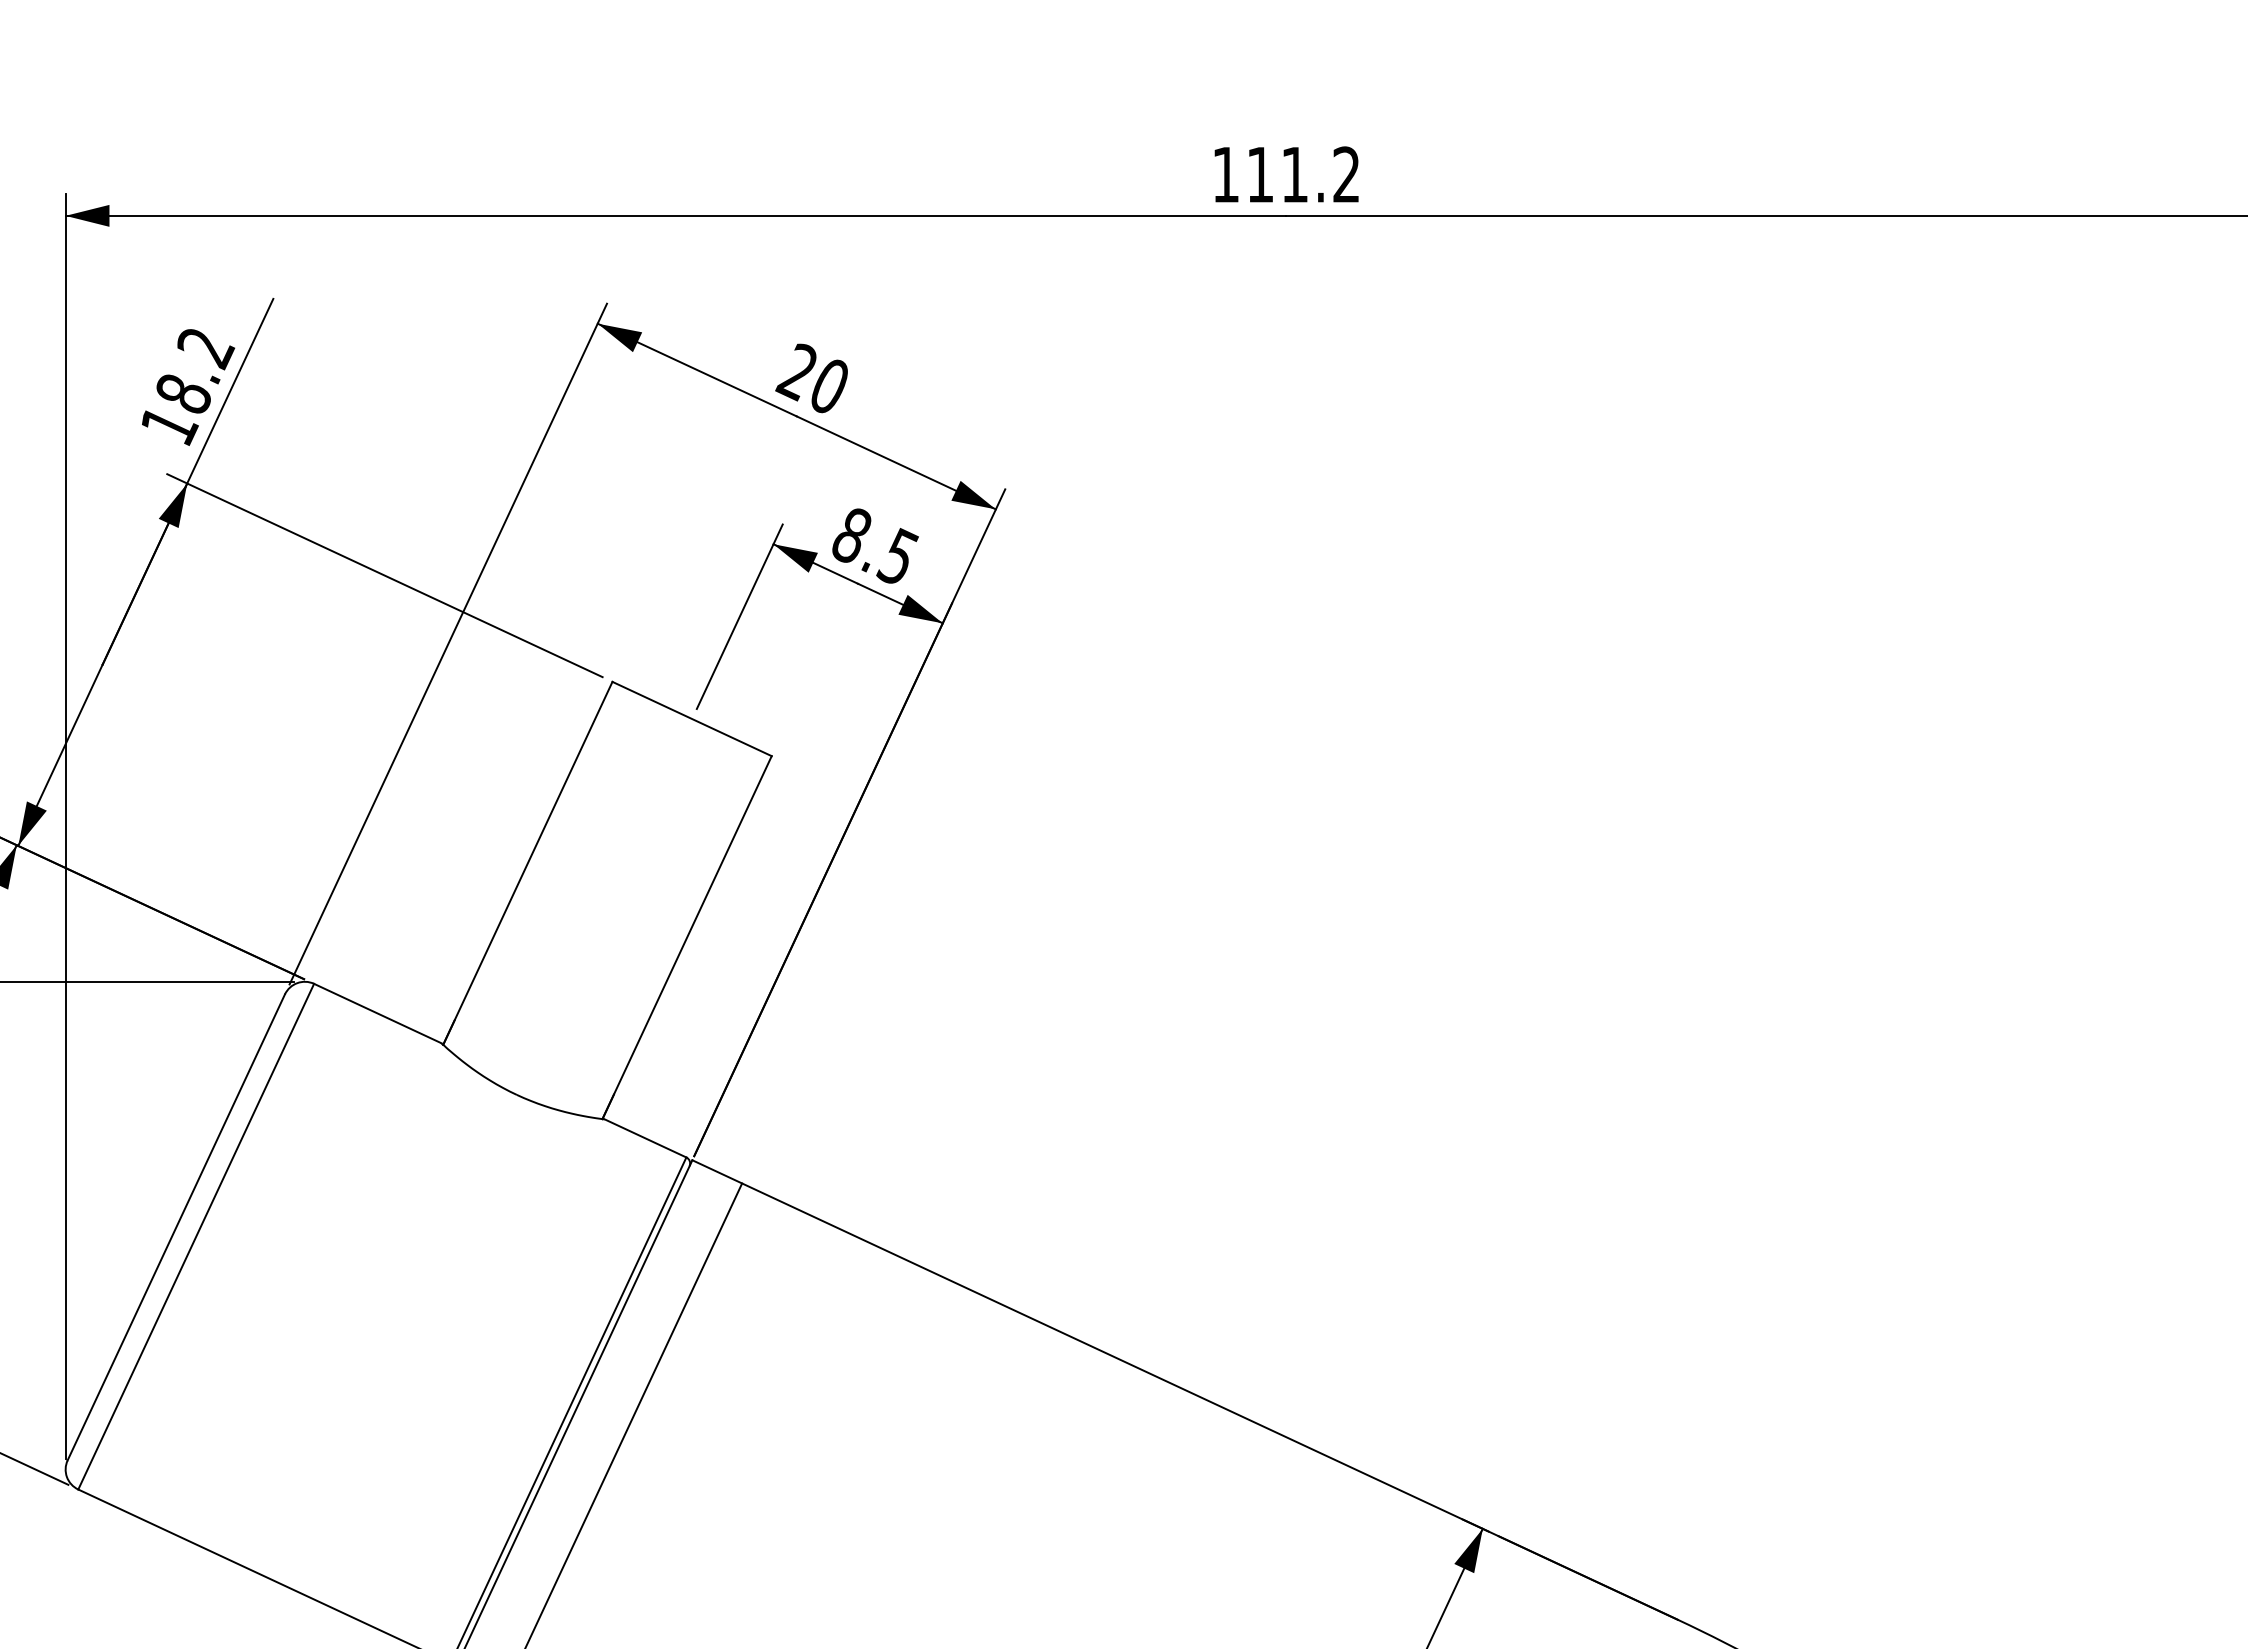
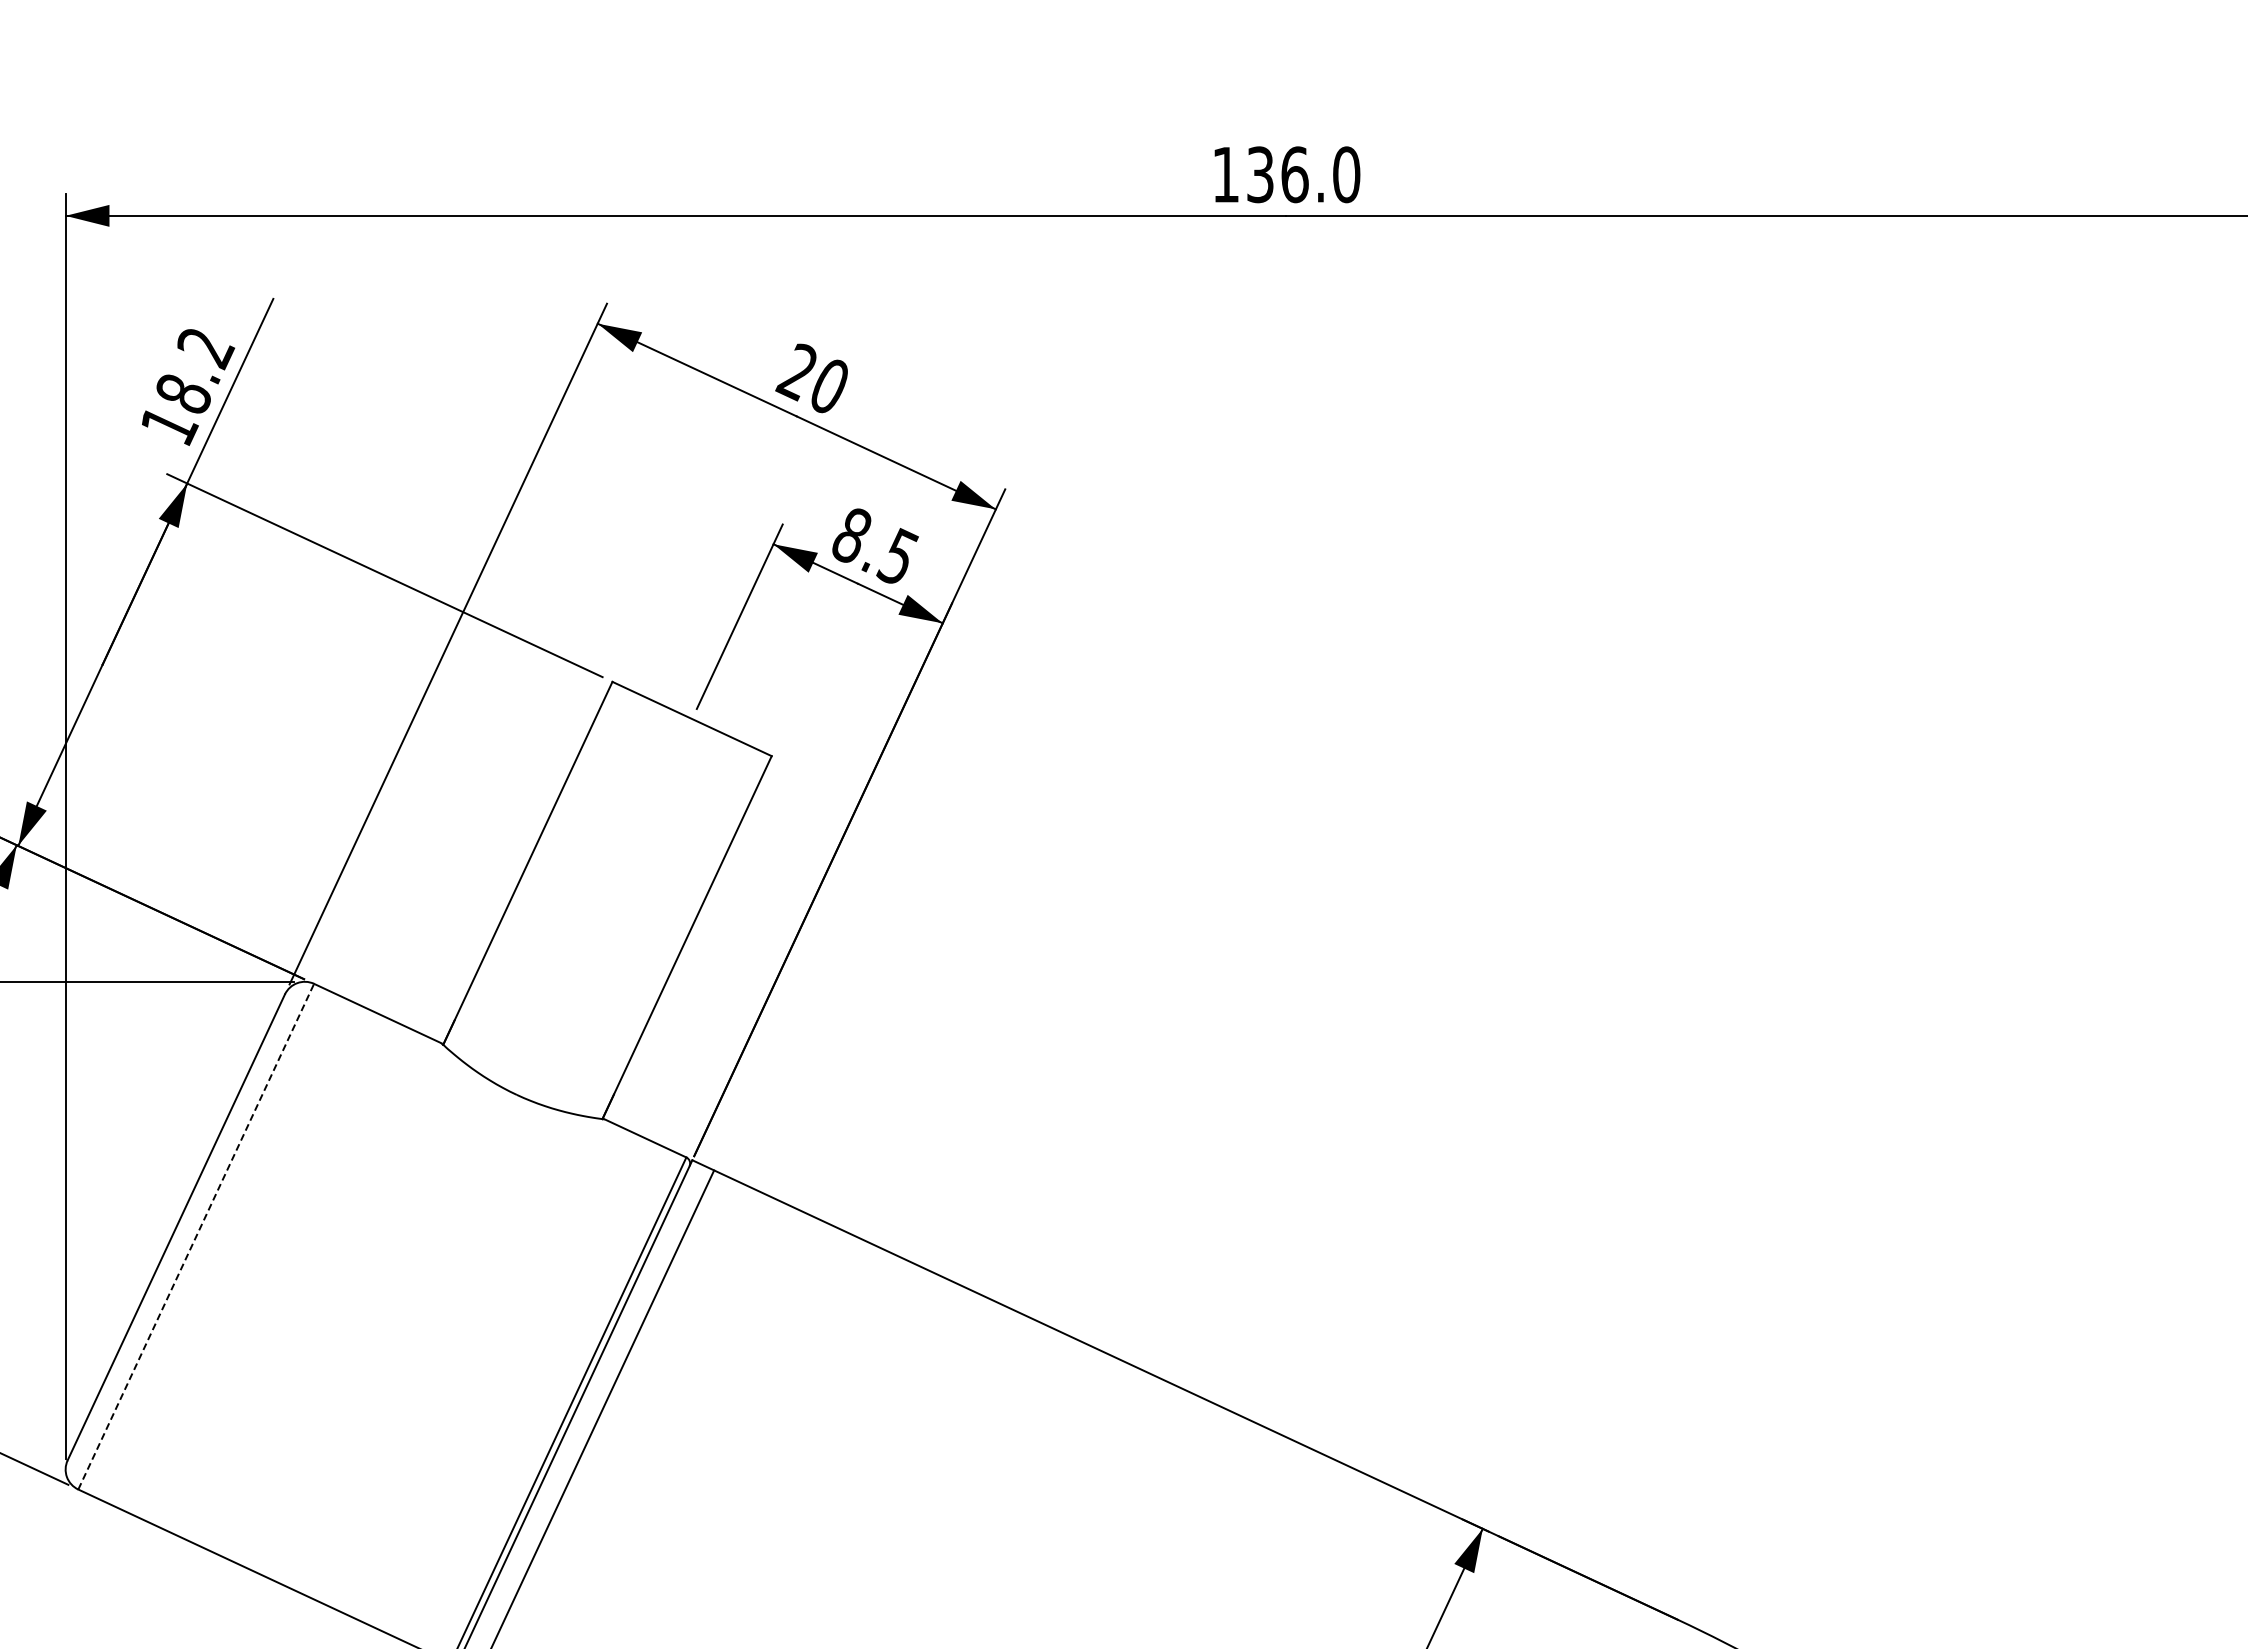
text at (1303, 174): 111.2 -> 136.0
line at (196, 1236): solid -> dashed
line at (634, 1414) position: (634, 1414) -> (603, 1407)
